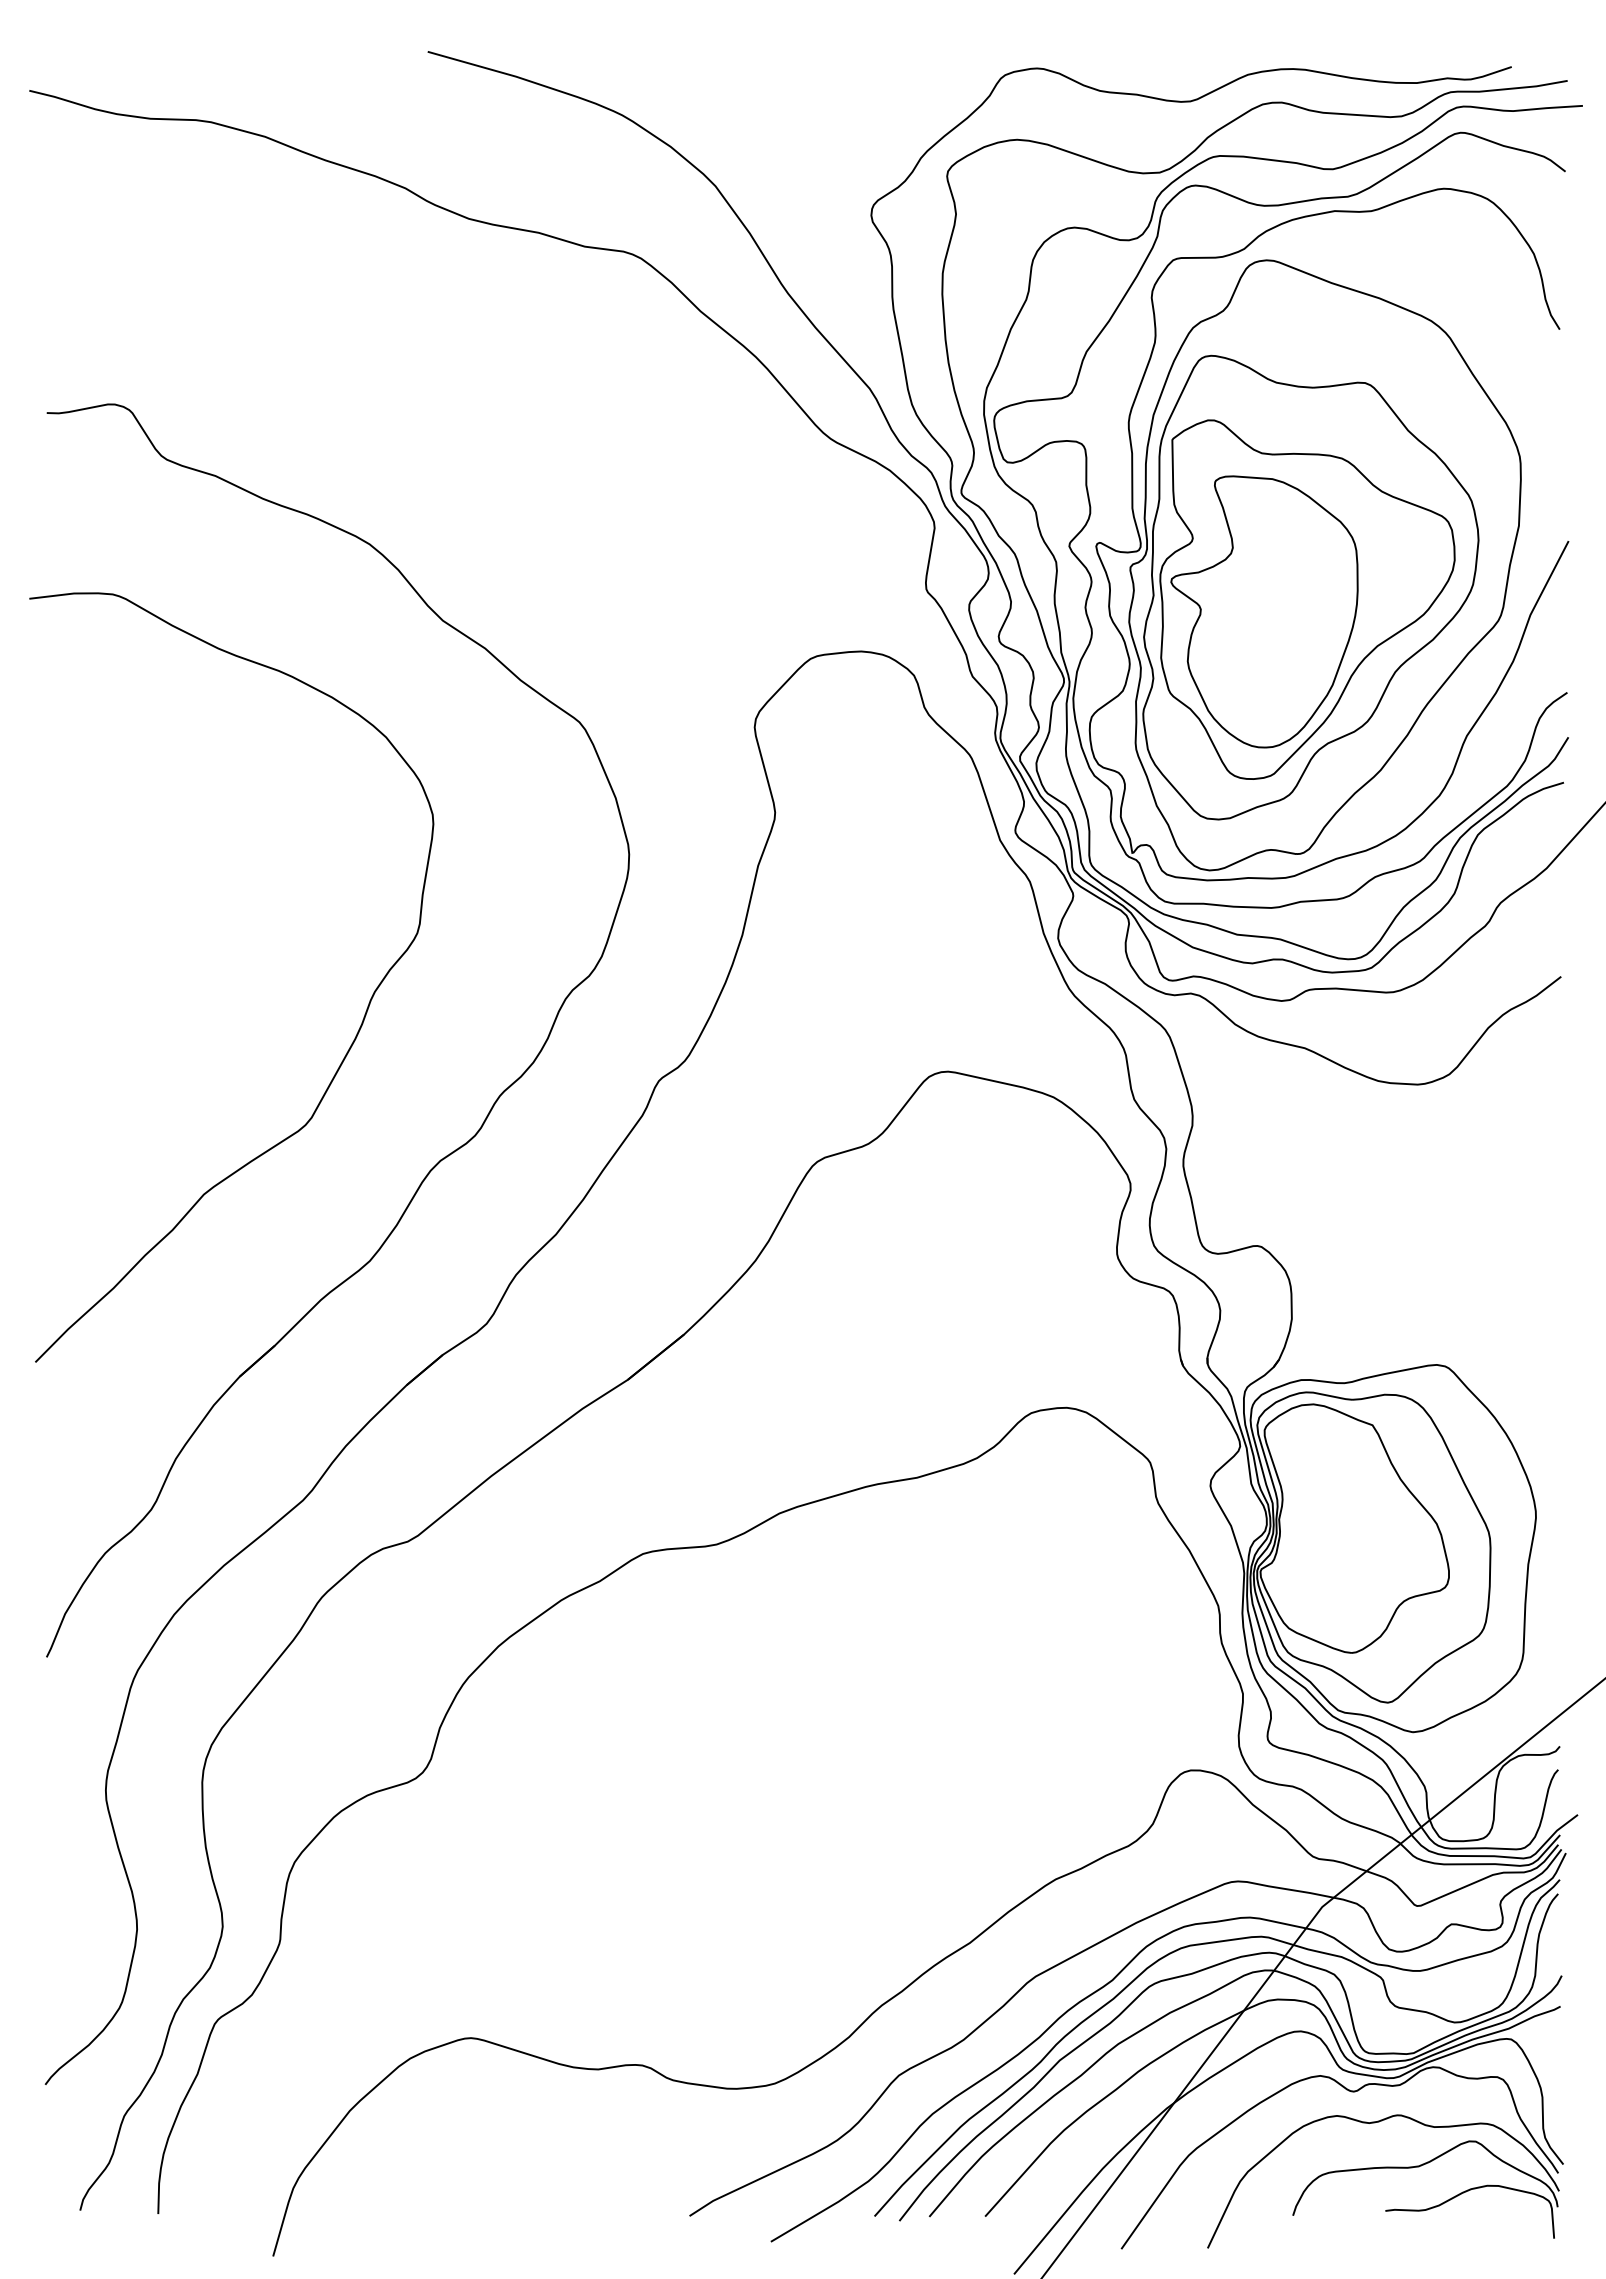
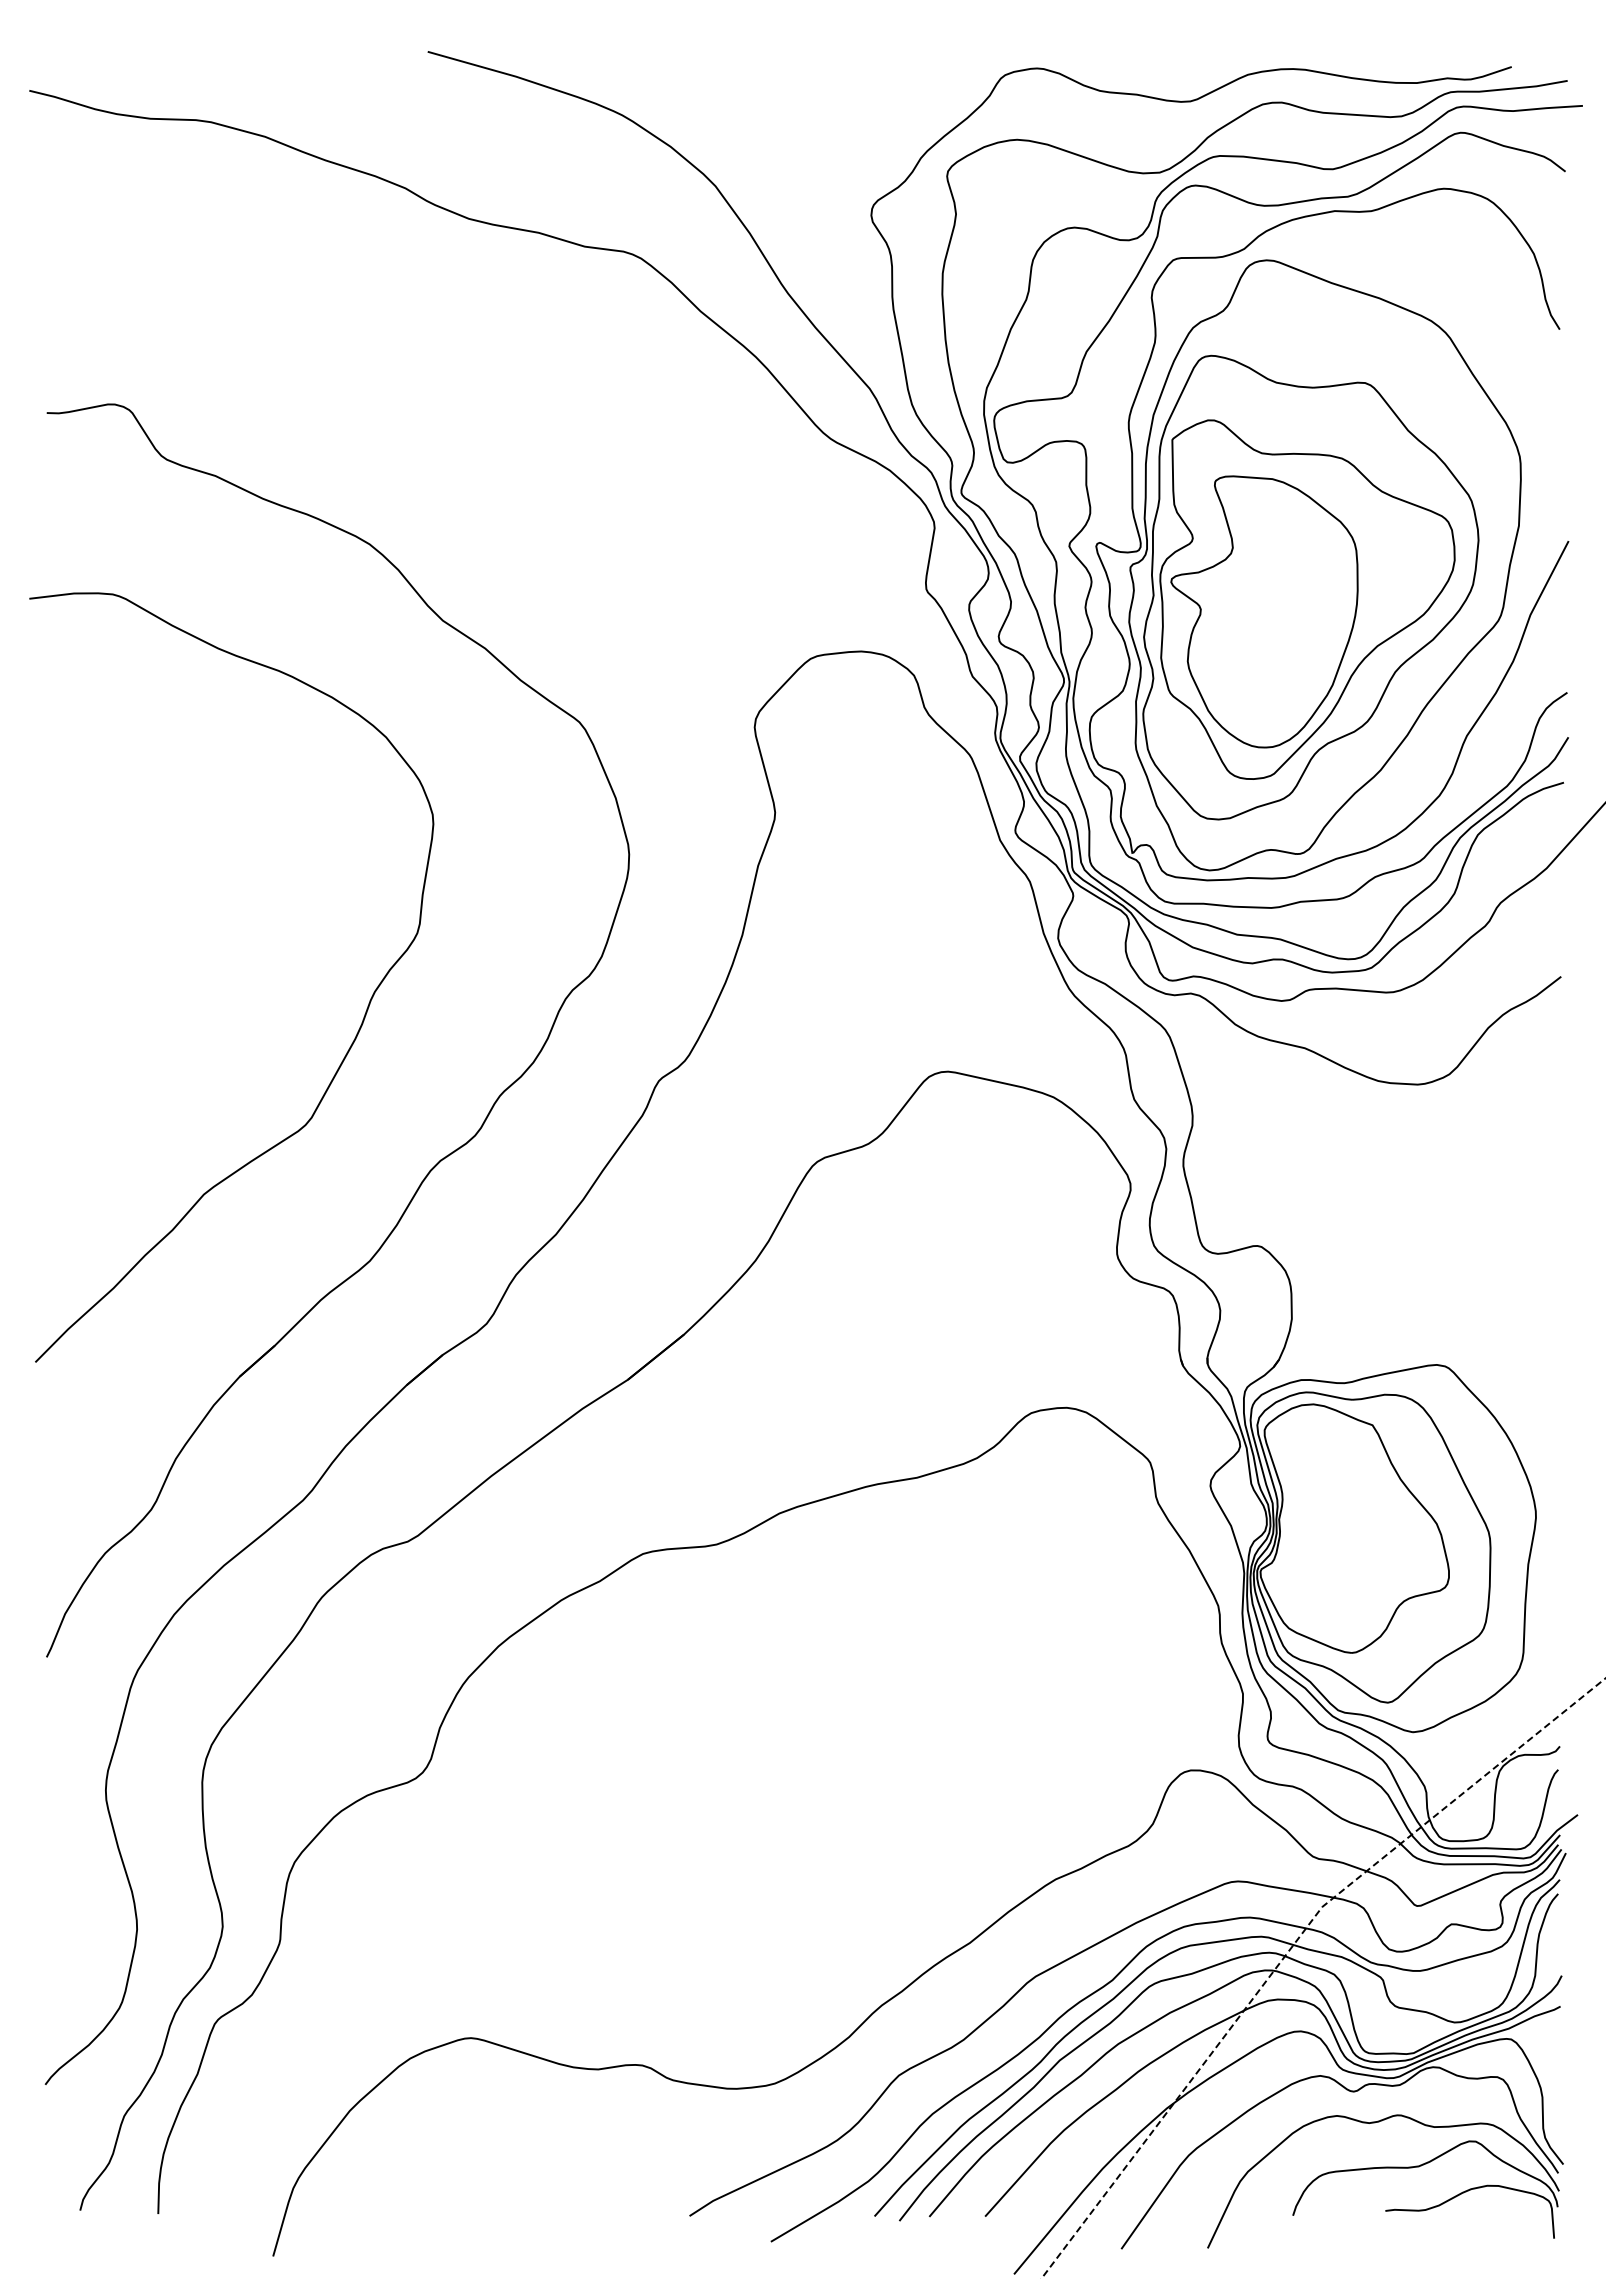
line at (1291, 1947): solid -> dashed
